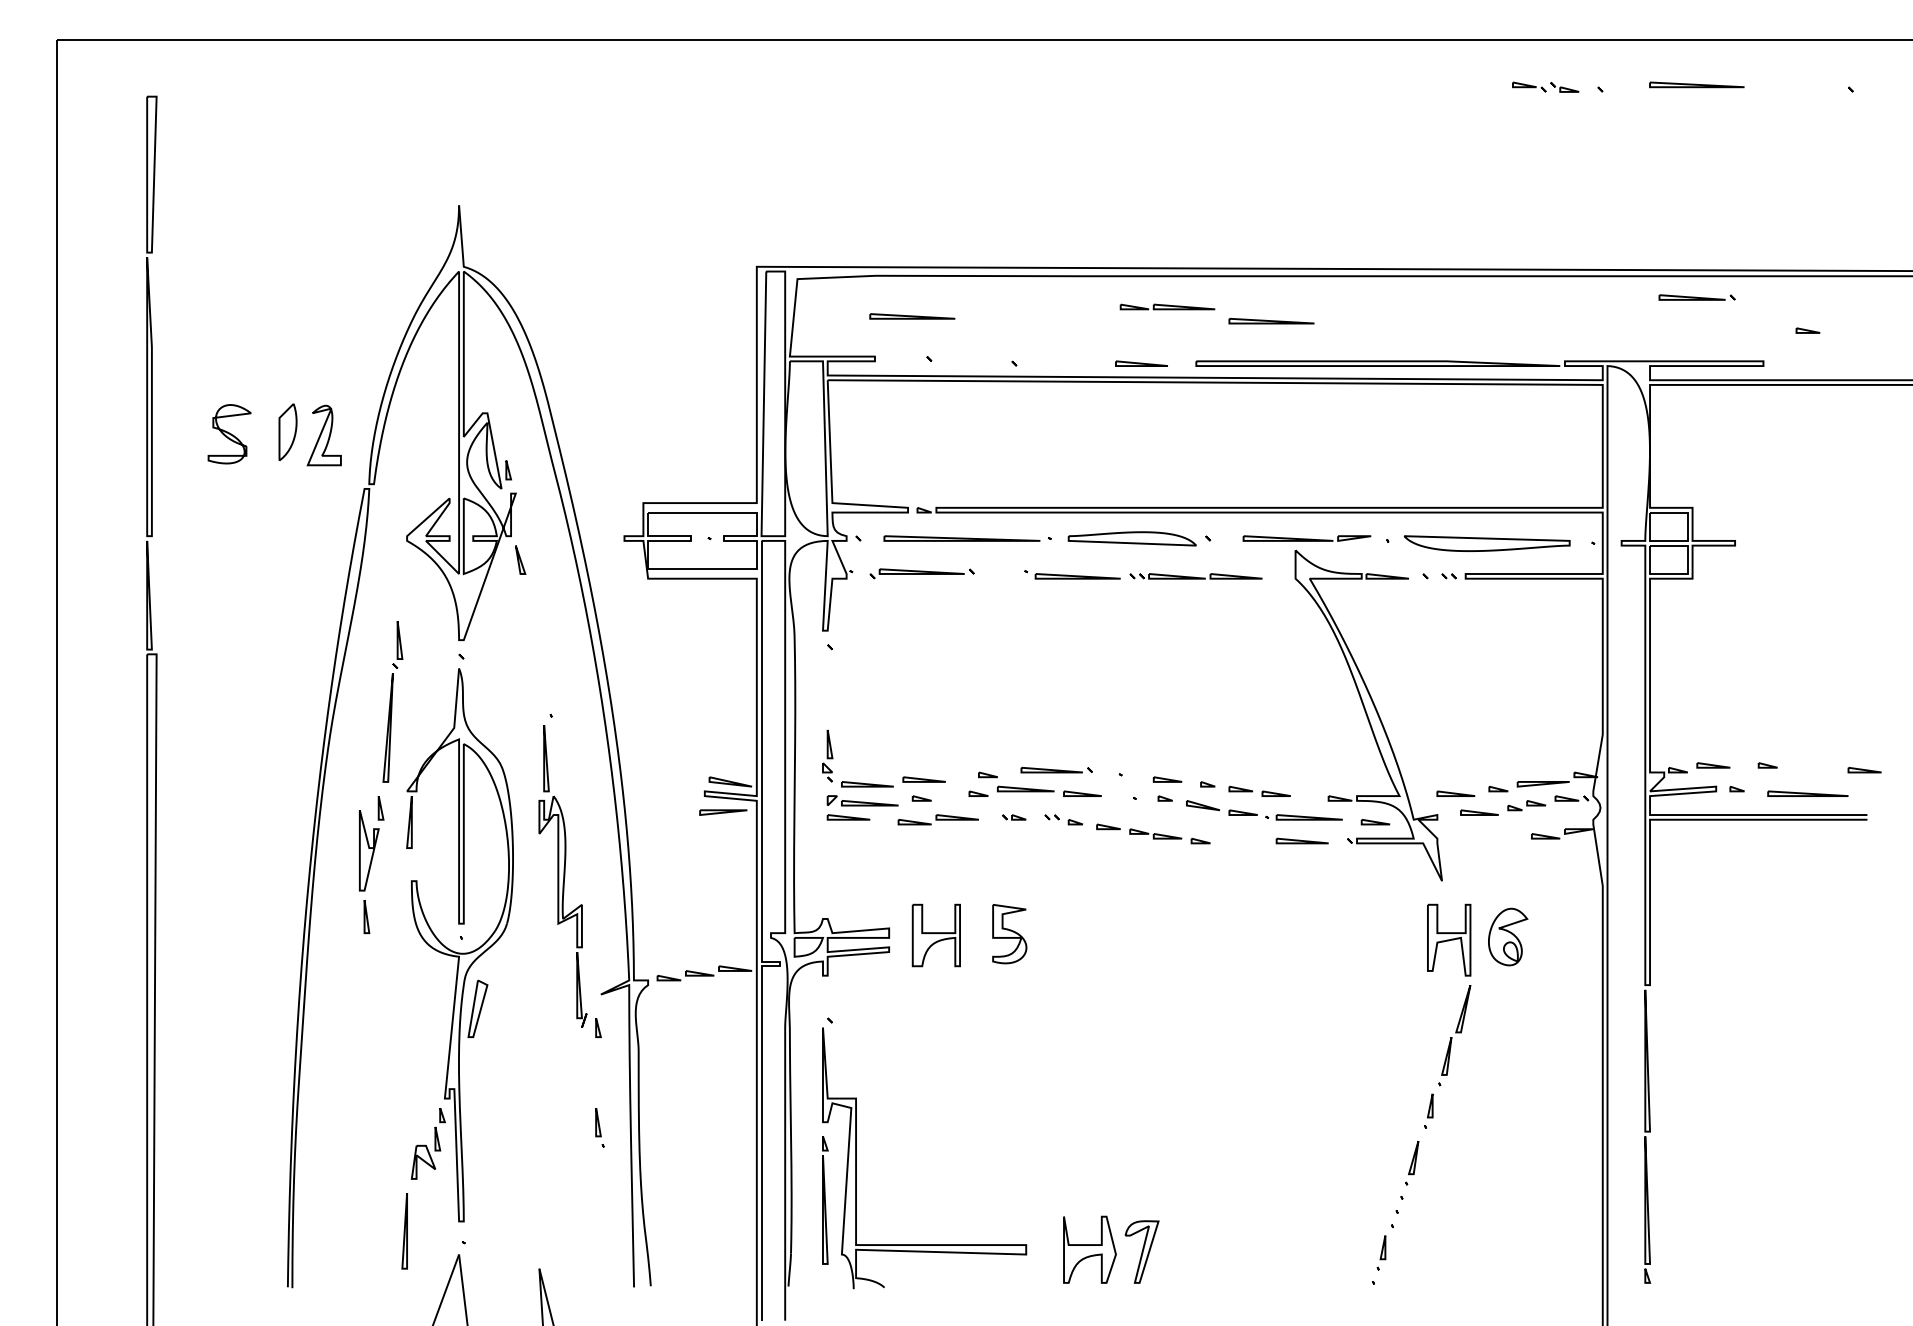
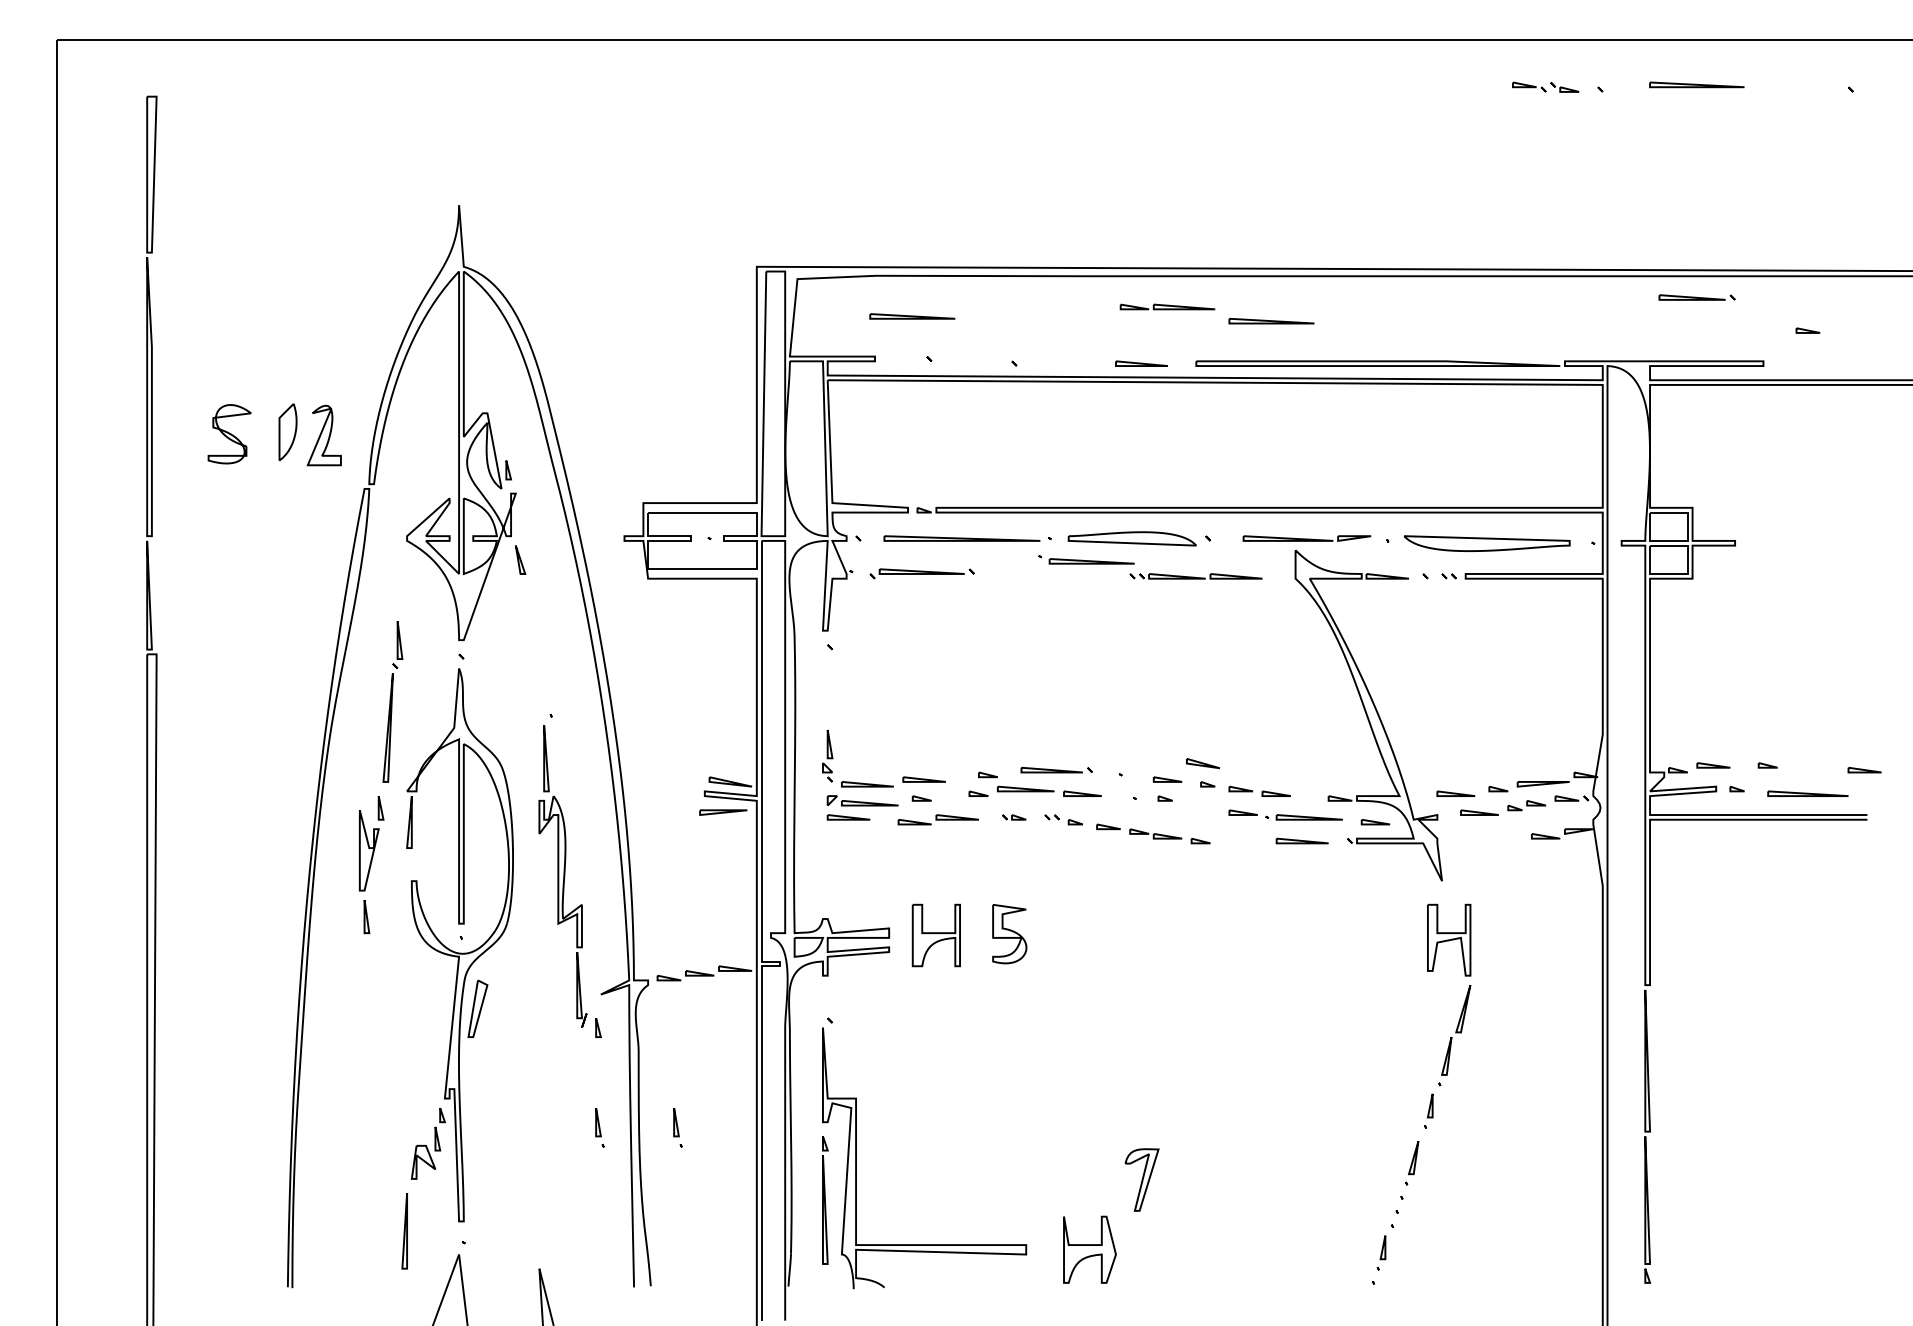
part at (1072, 574) position: (1072, 574) -> (1086, 559)
part at (1203, 805) position: (1203, 805) -> (1203, 763)
part at (1508, 936): present -> none
part at (677, 1127): none -> present
part at (1141, 1251) position: (1141, 1251) -> (1141, 1179)
